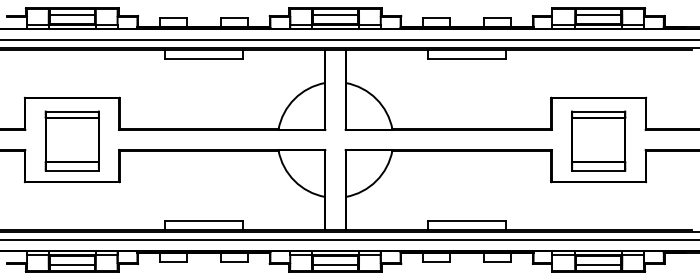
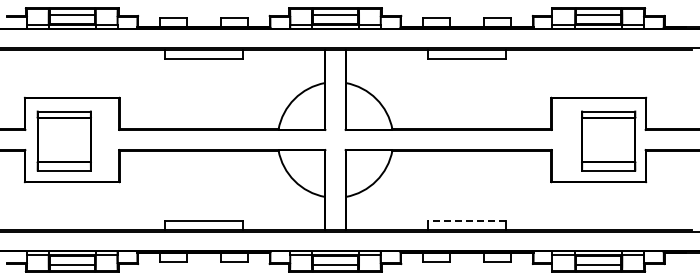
line at (349, 39): present -> none
part at (71, 140) position: (71, 140) -> (63, 140)
part at (598, 140) position: (598, 140) -> (608, 140)
line at (467, 221): solid -> dashed
line at (349, 240): present -> none
